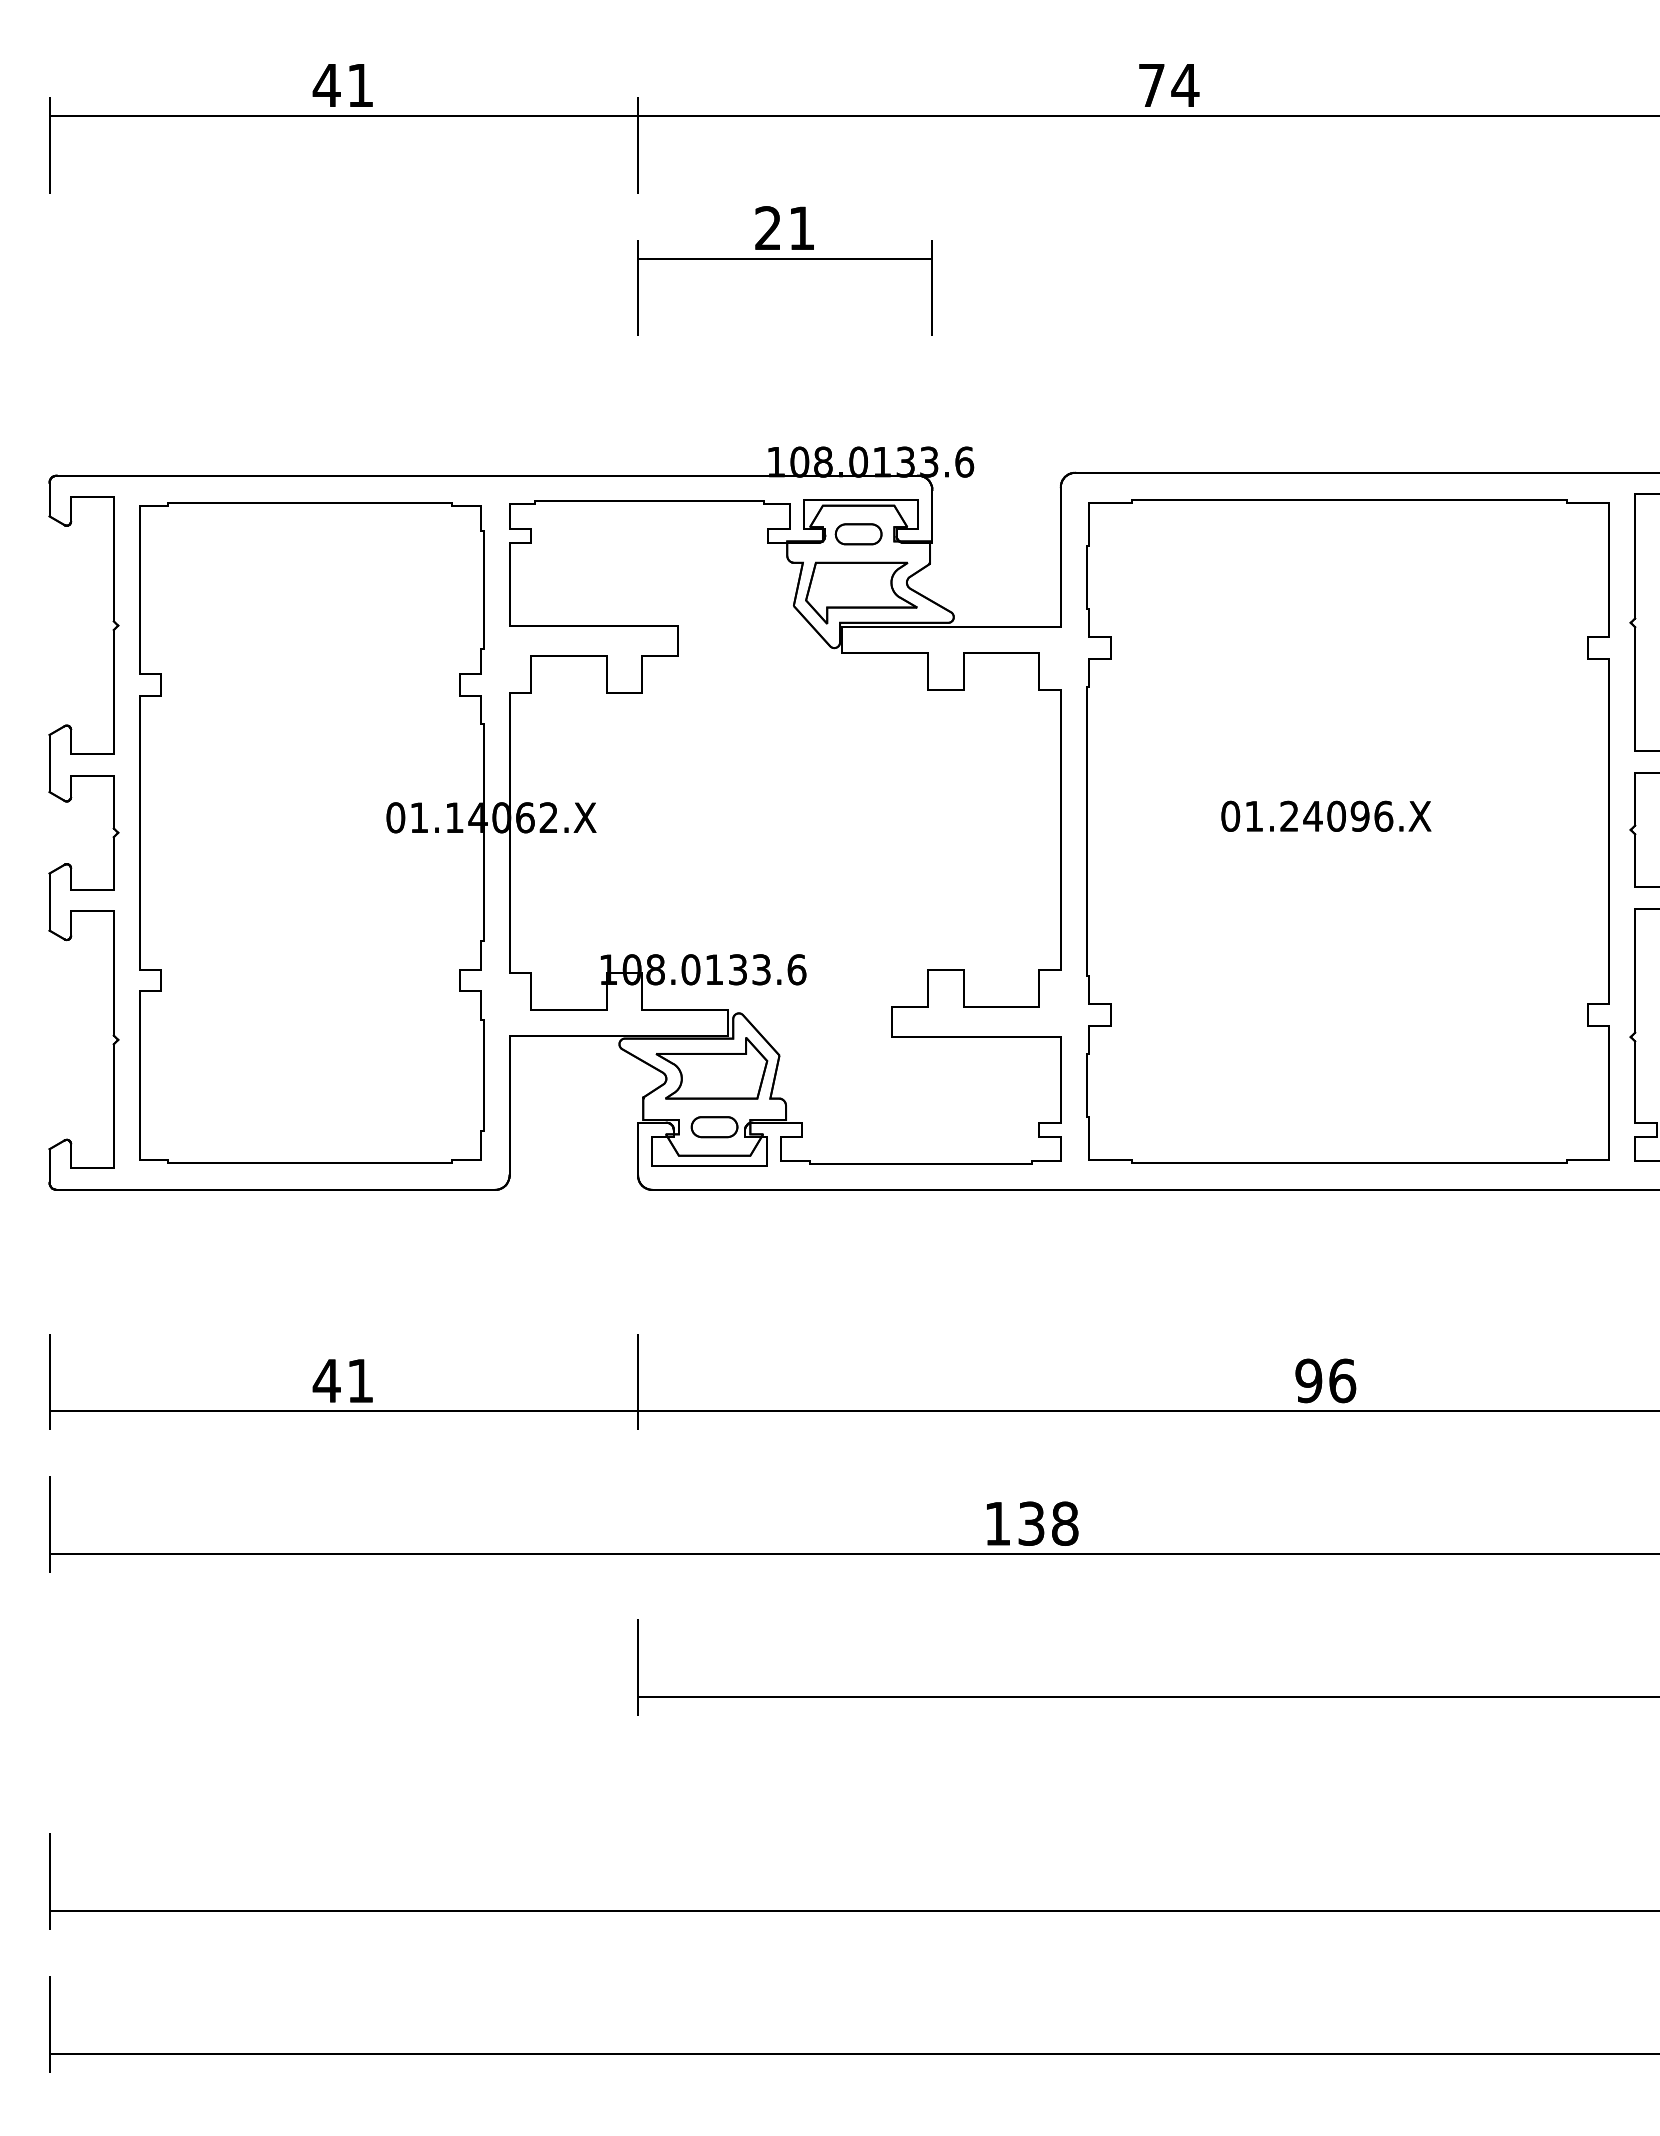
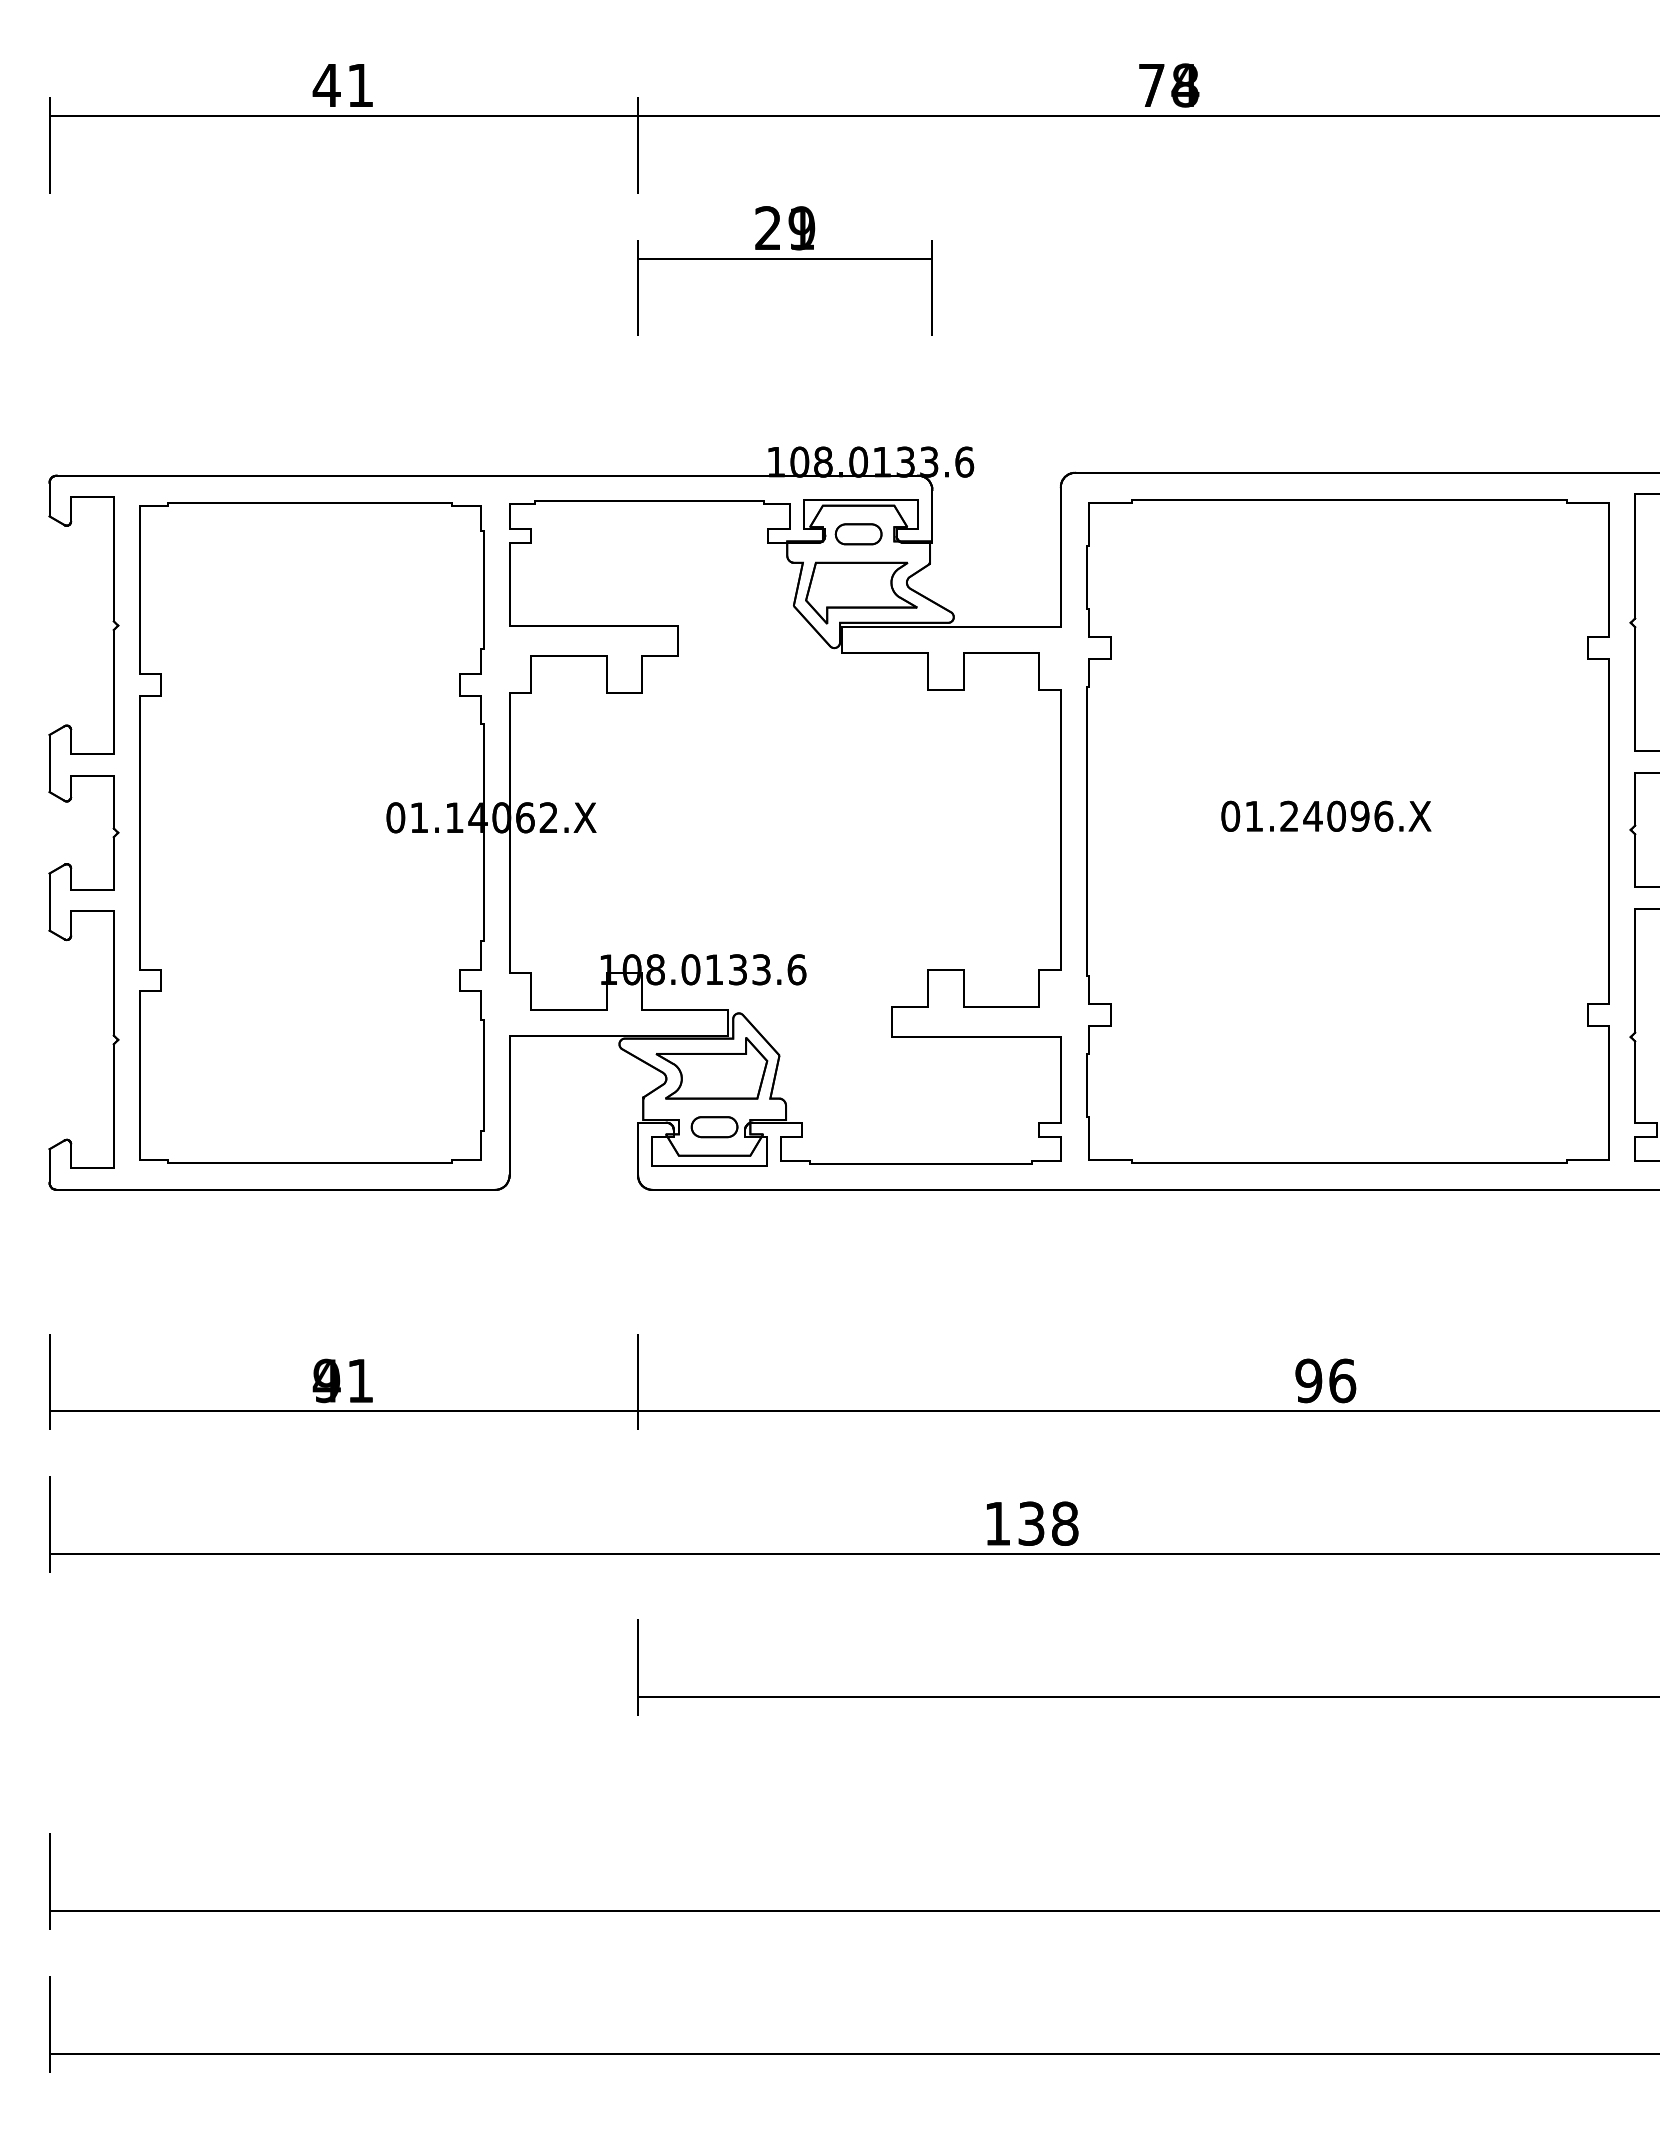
text at (1185, 85): 74 -> 78
text at (801, 228): 21 -> 29
text at (326, 1380): 41 -> 91
